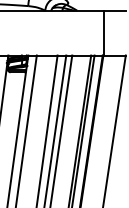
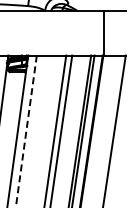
line at (47, 129): present -> none
line at (26, 131): solid -> dashed
